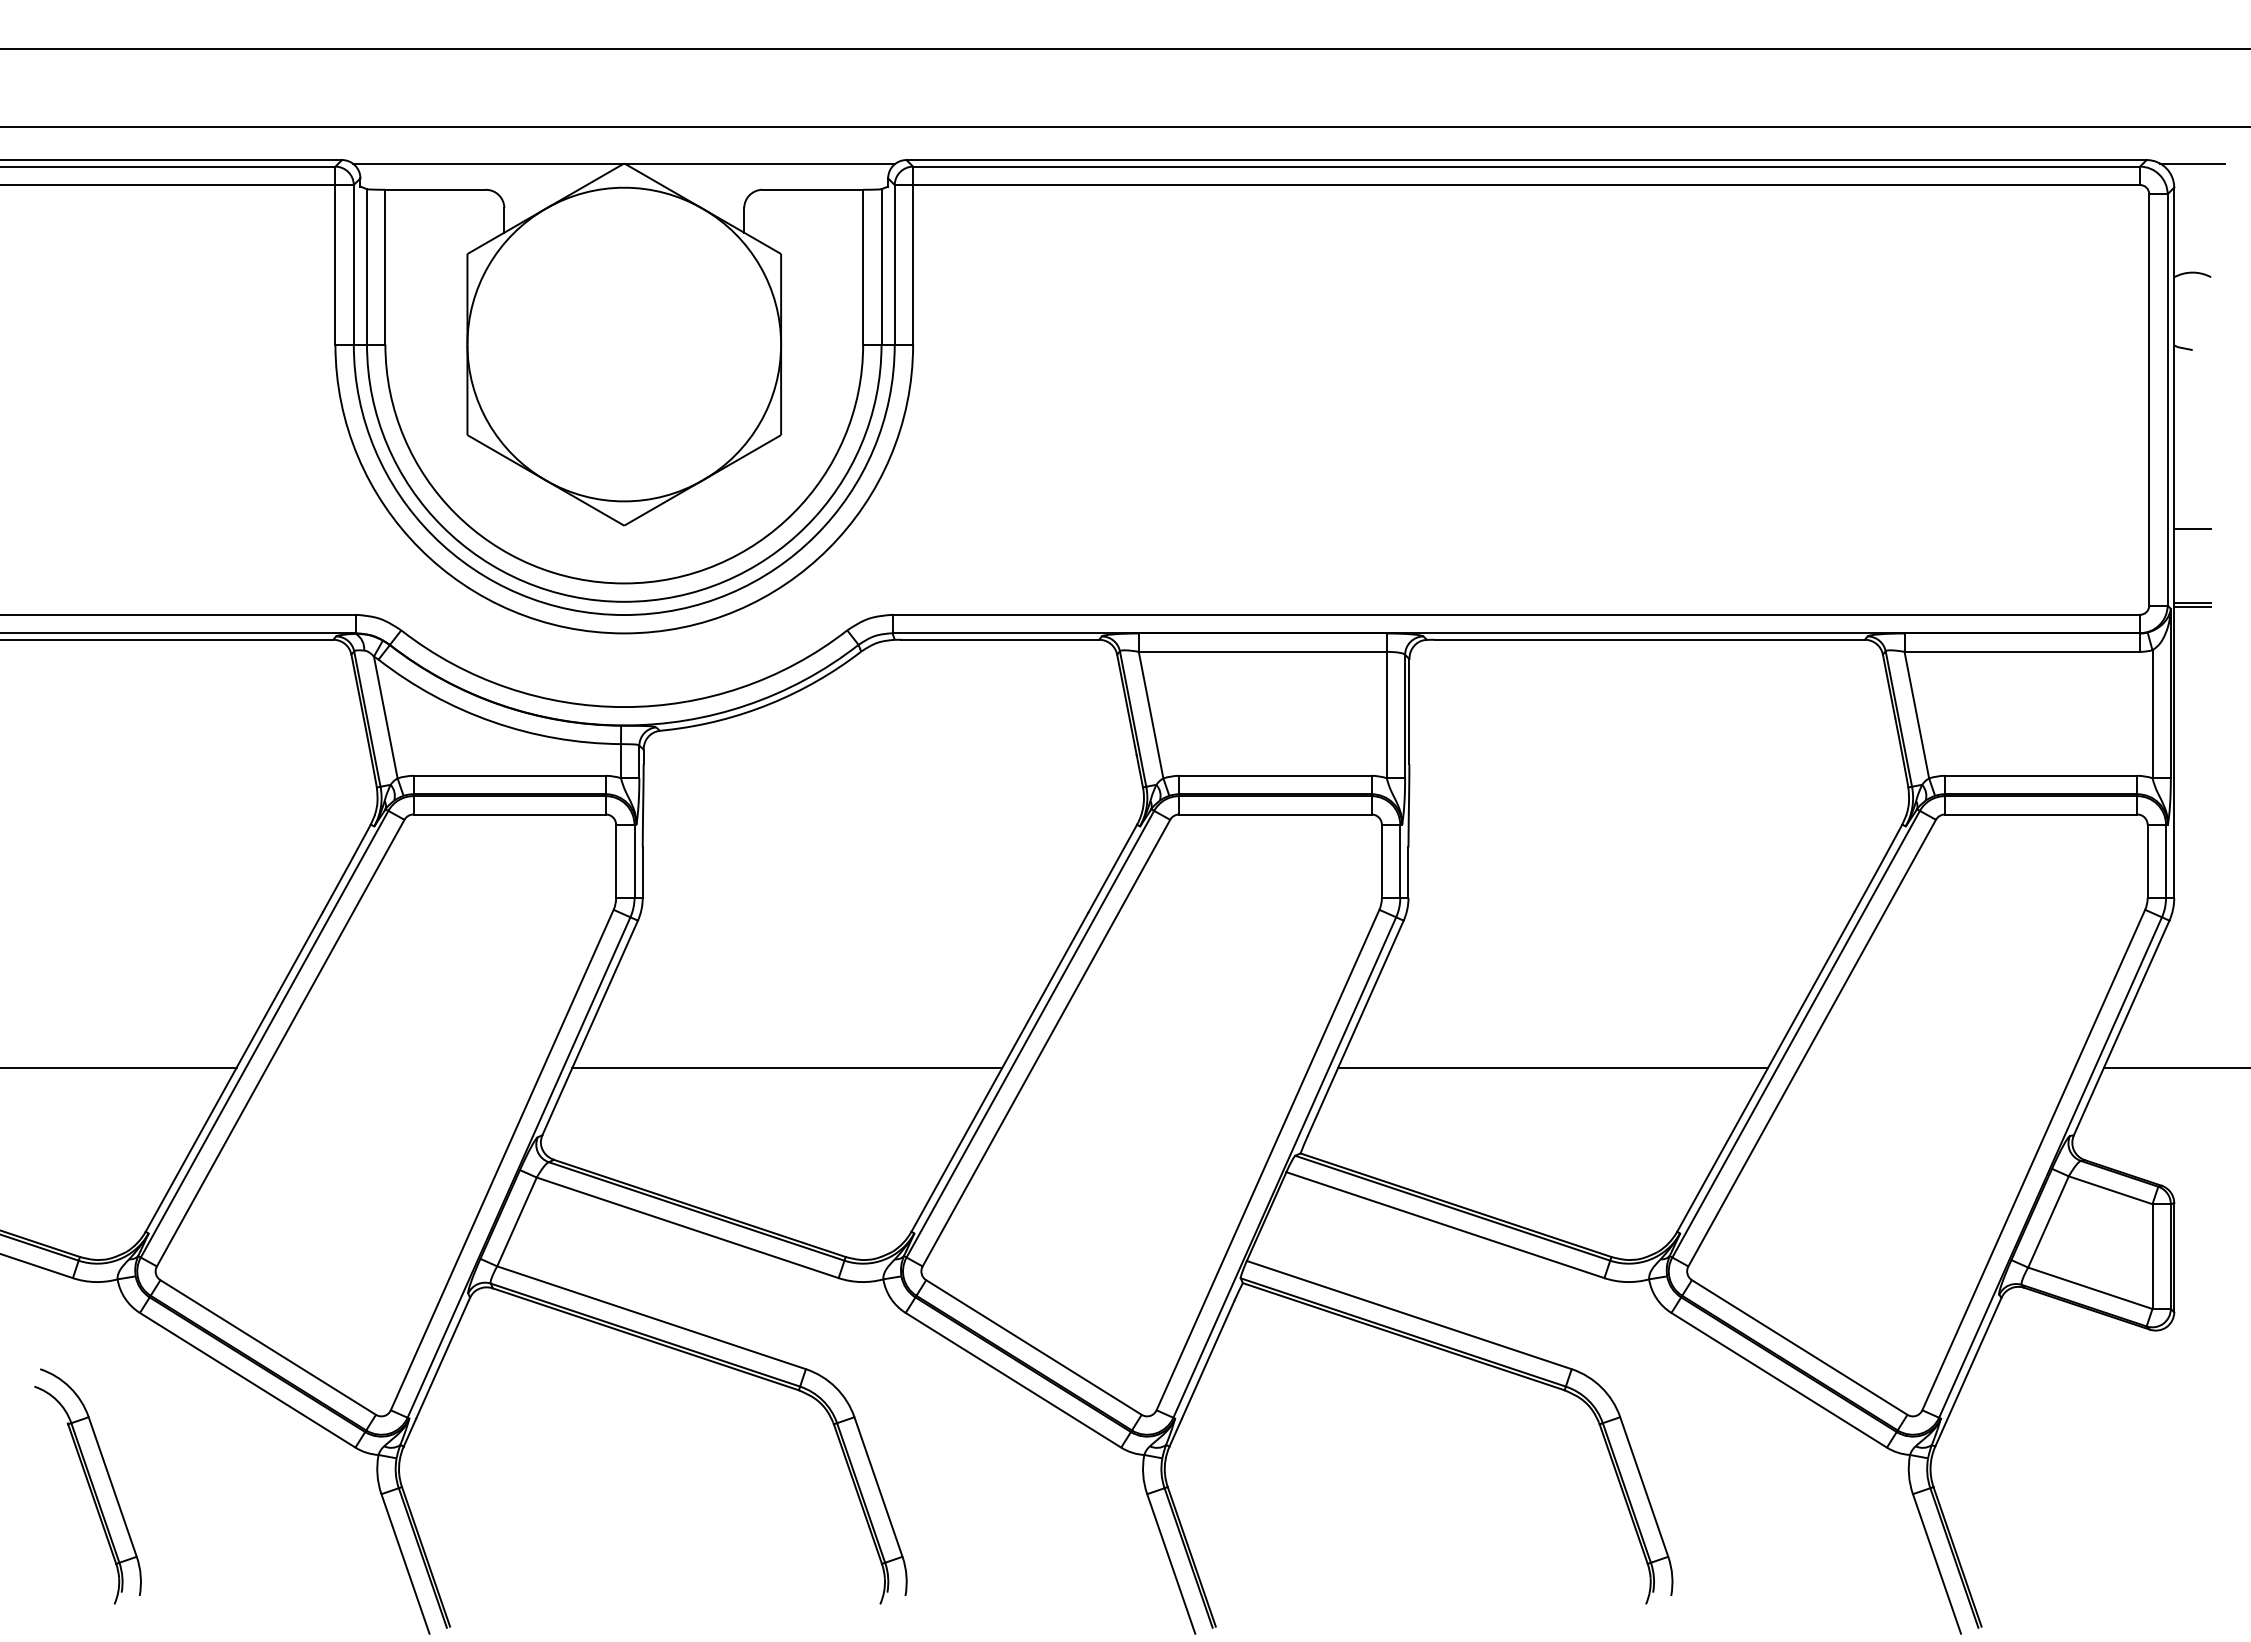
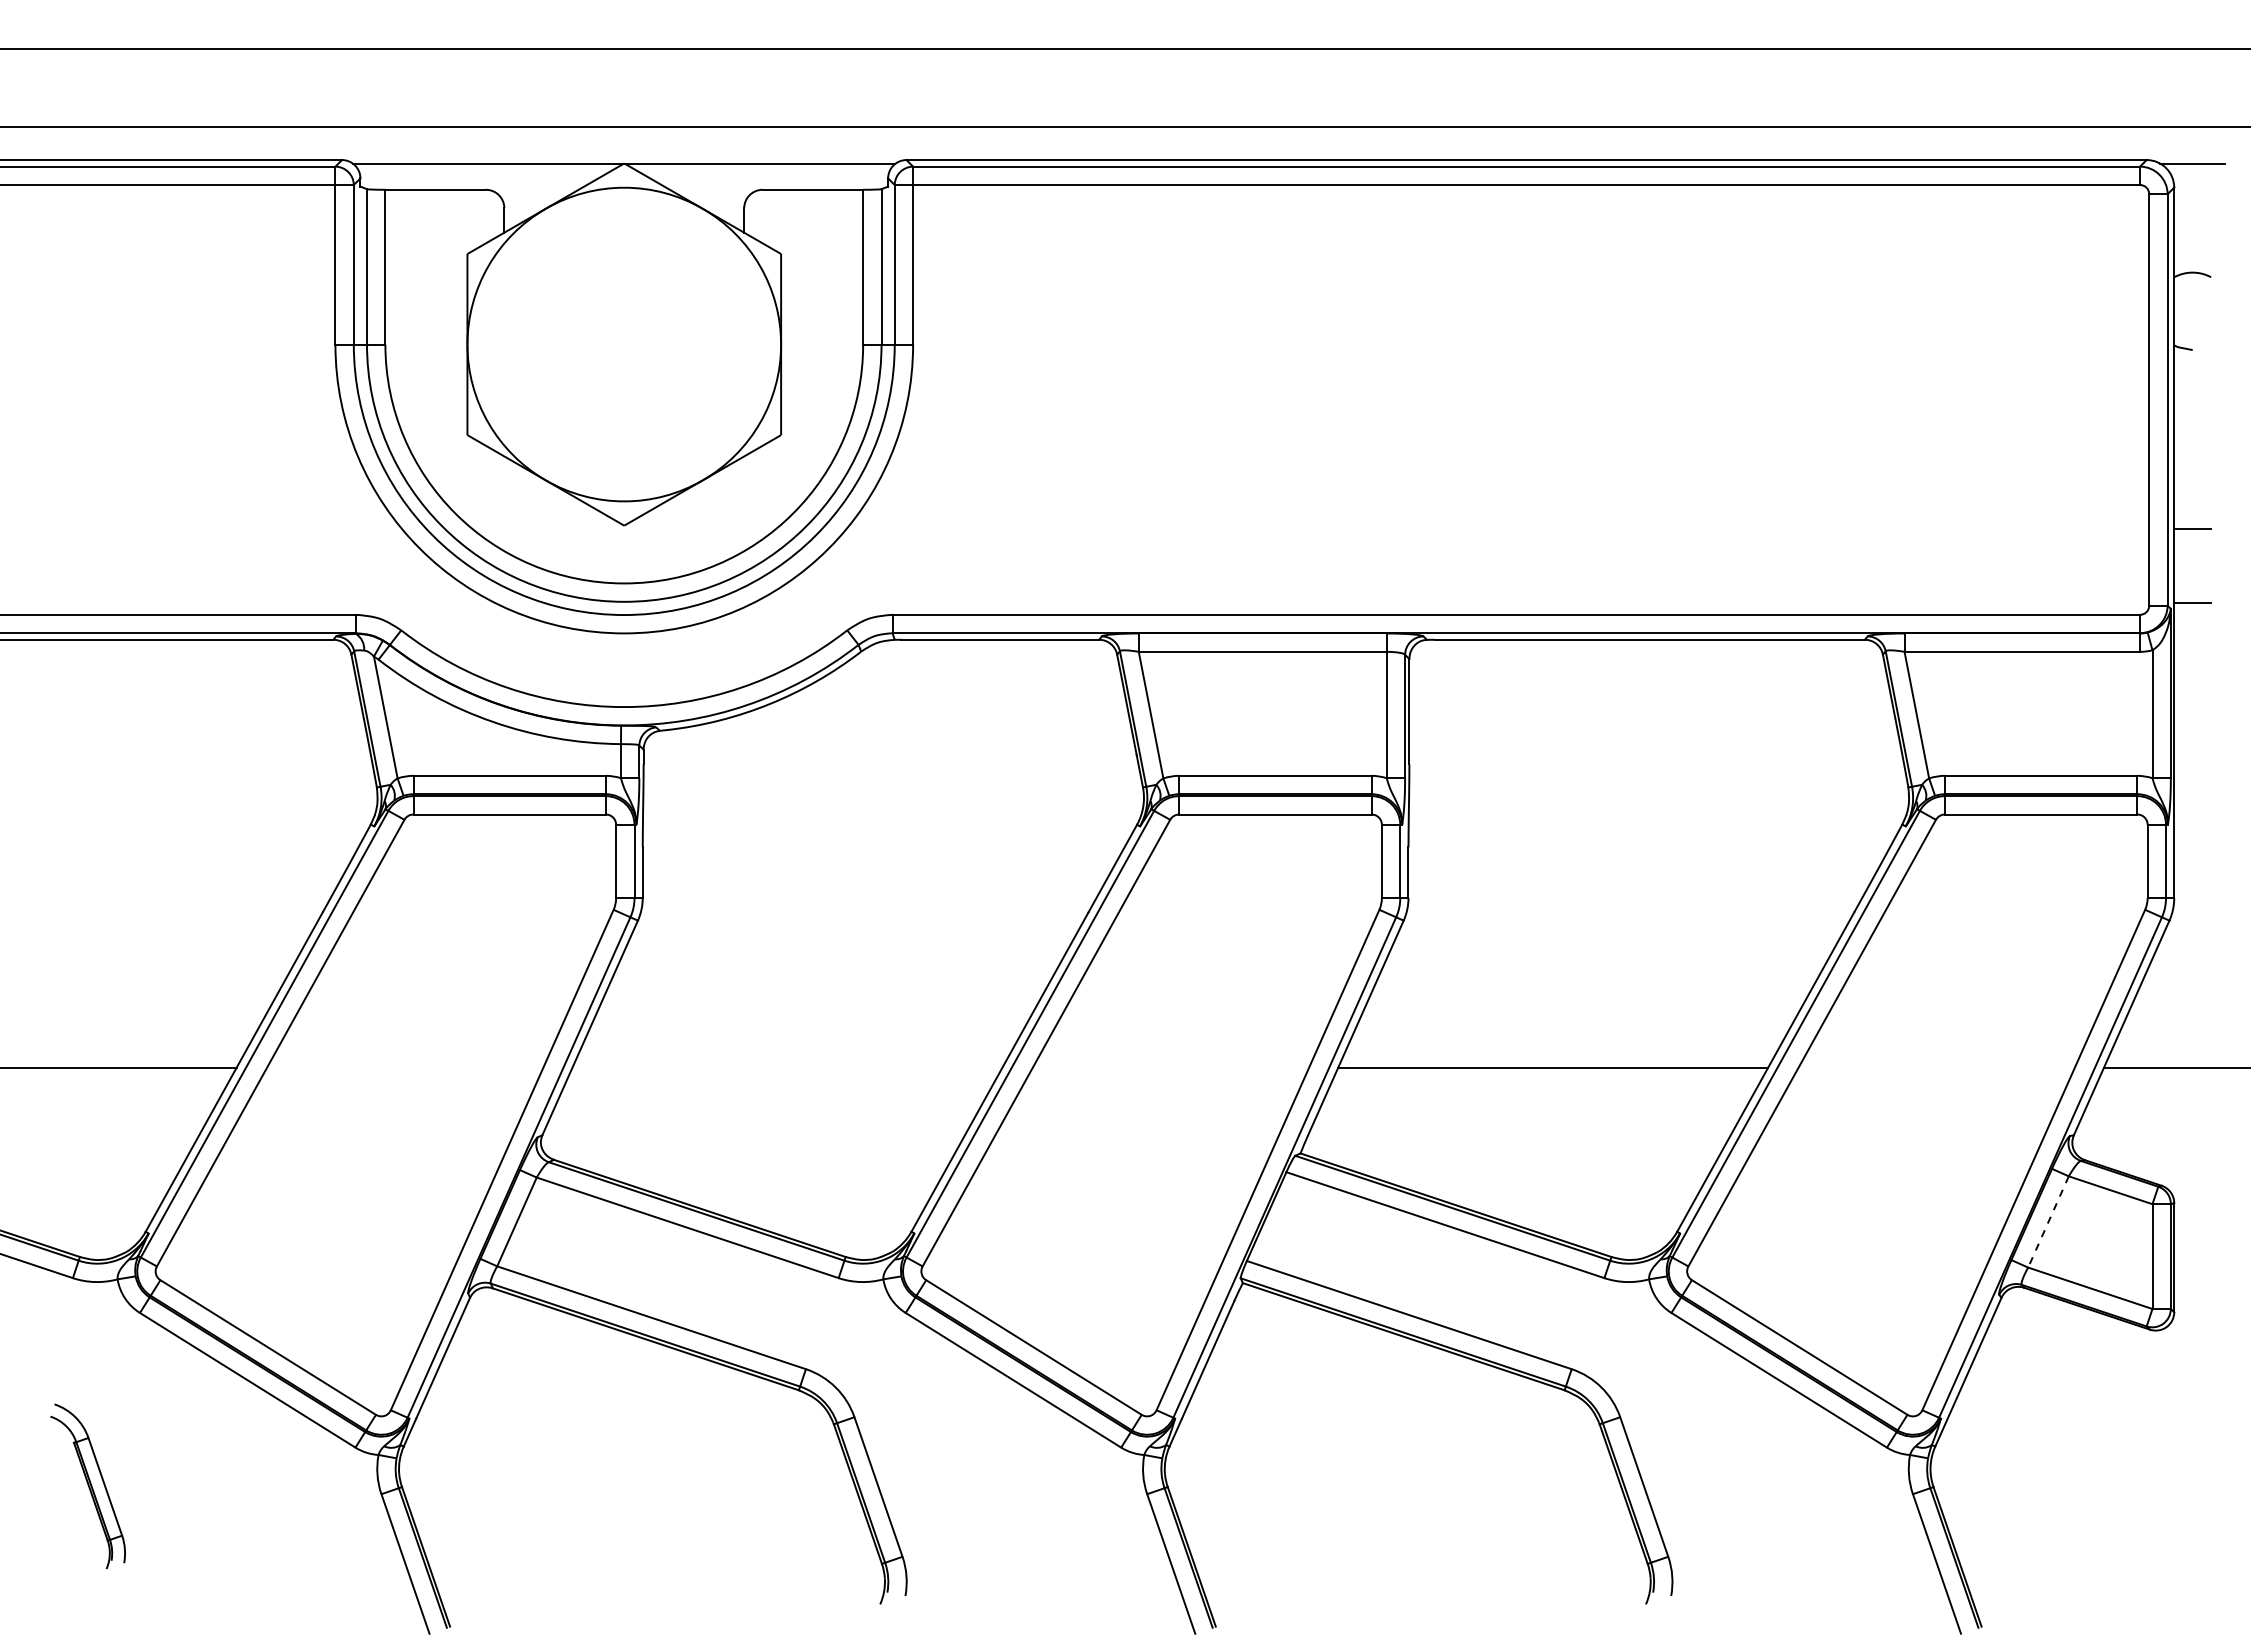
line at (2192, 606): present -> none
line at (787, 1067): present -> none
line at (2048, 1221): solid -> dashed
part at (87, 1486) size: 108x237 px -> 76x167 px
